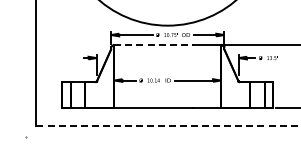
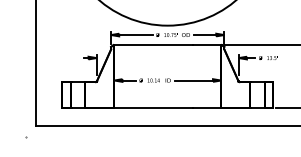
line at (154, 45): dashed -> solid
line at (168, 126): dashed -> solid
